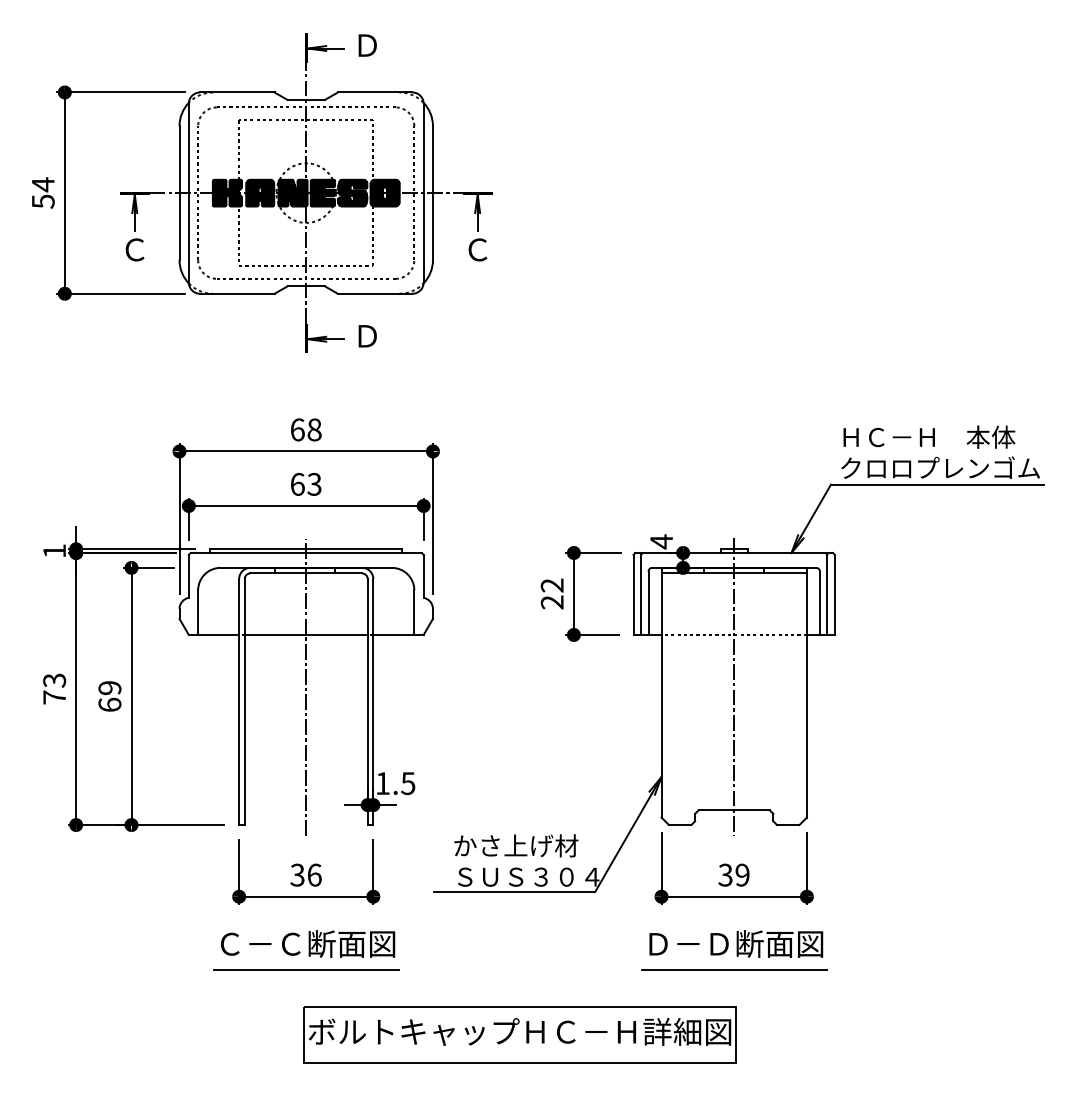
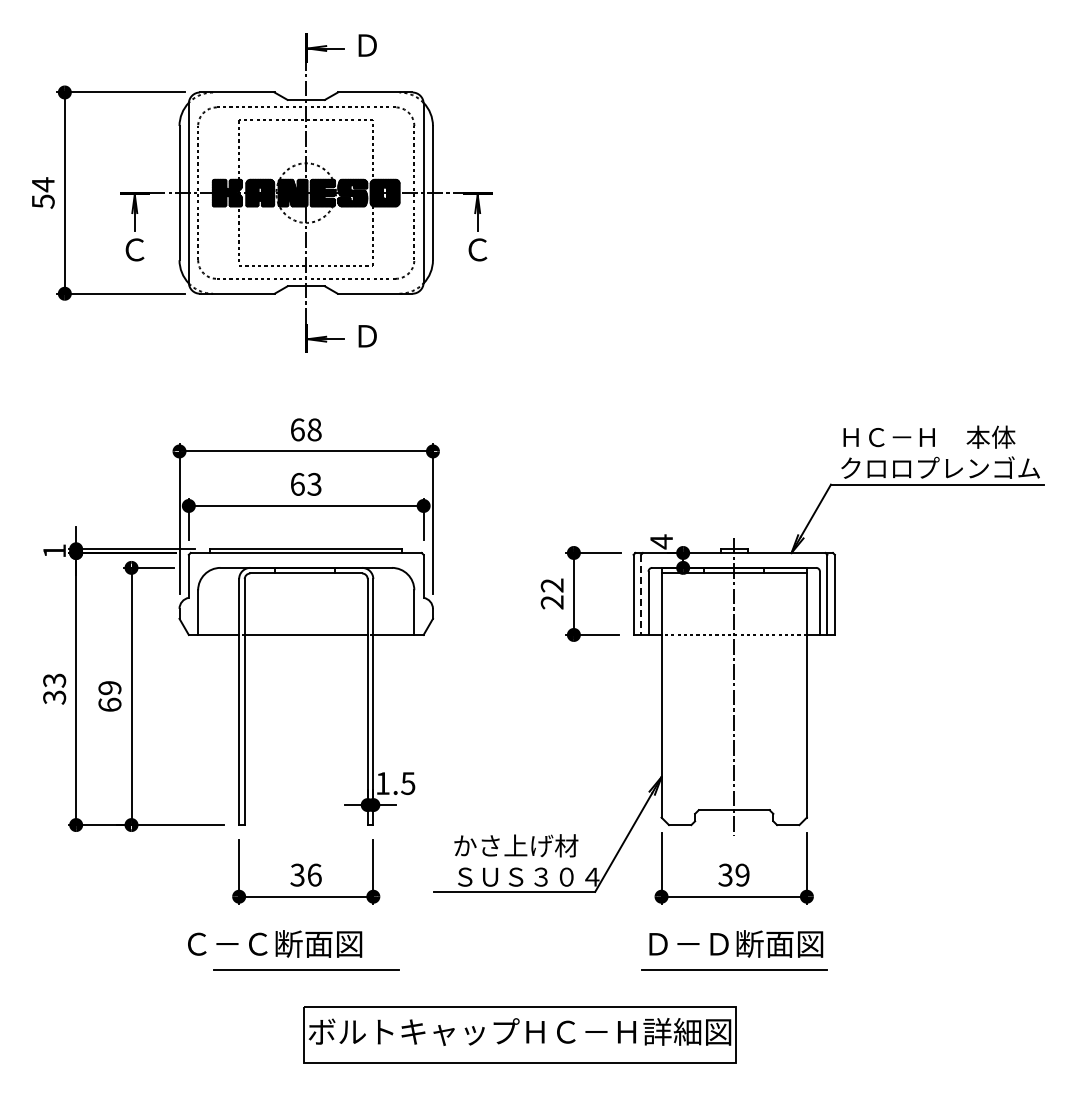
line at (641, 595): solid -> dashed
line at (306, 687): present -> none
text at (54, 697): 73 -> 33
text at (308, 943) position: (308, 943) -> (275, 943)
